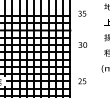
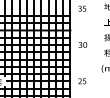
text at (82, 13) position: (82, 13) -> (82, 8)
